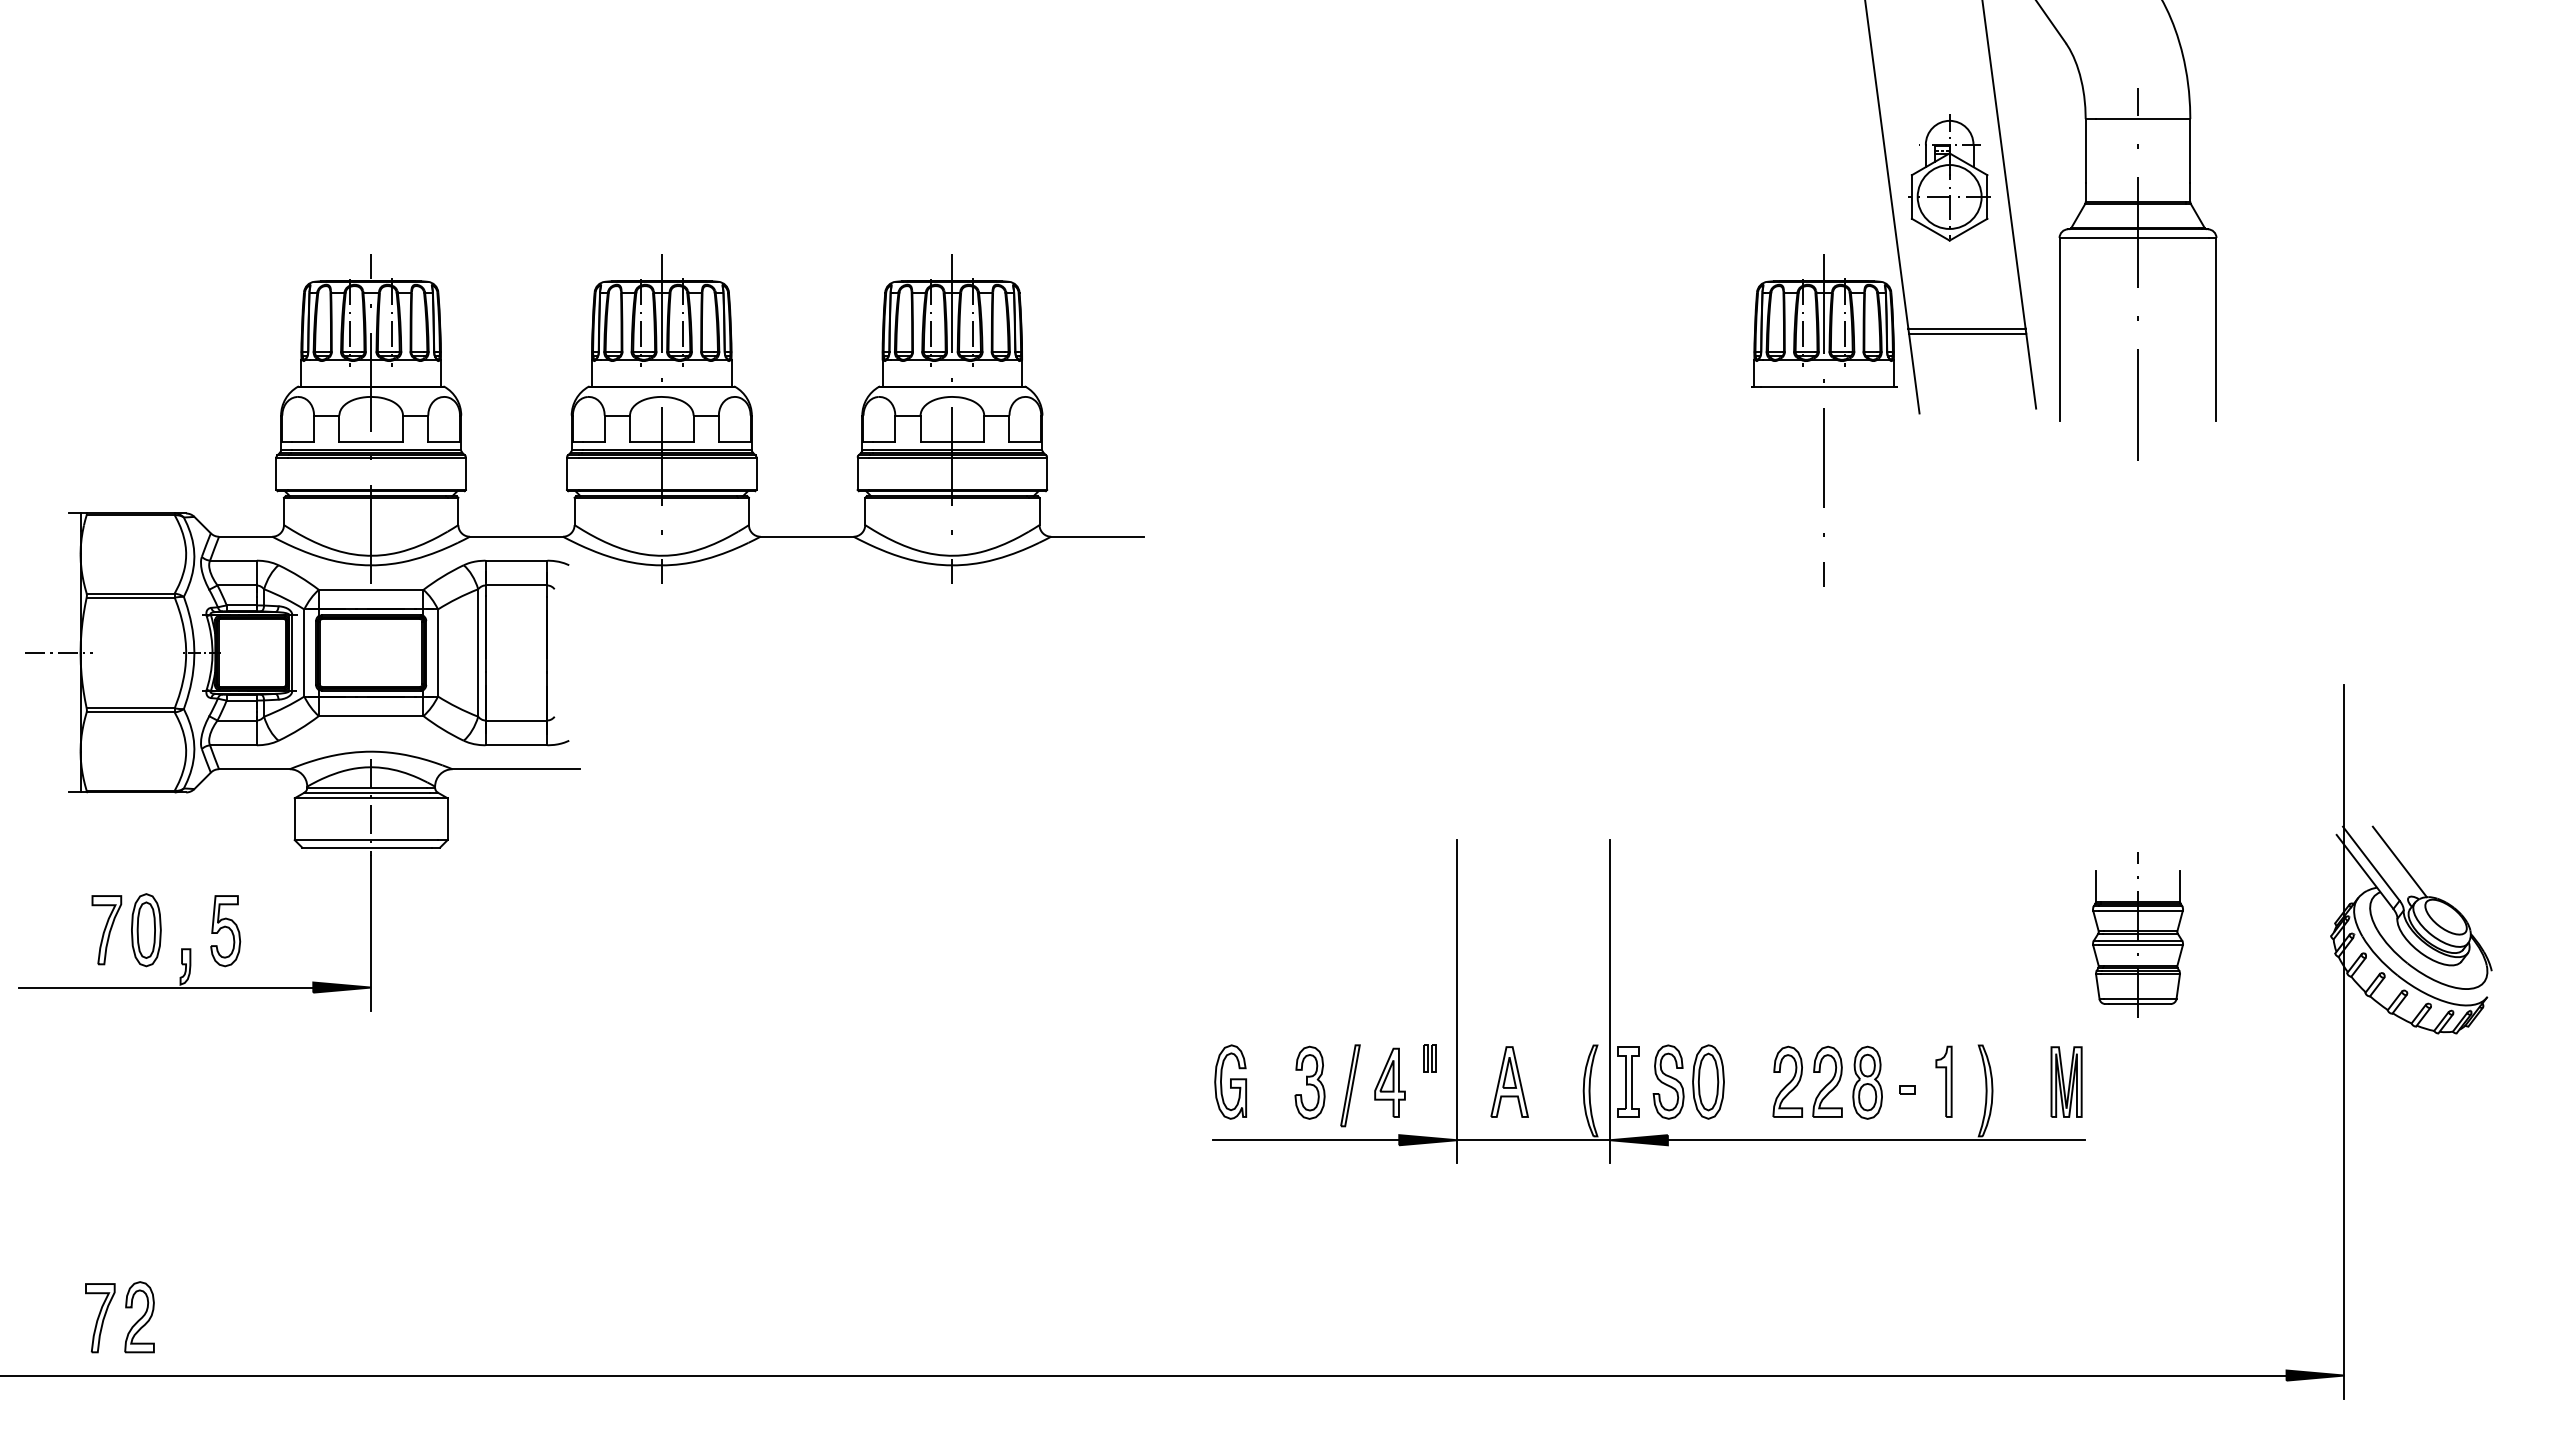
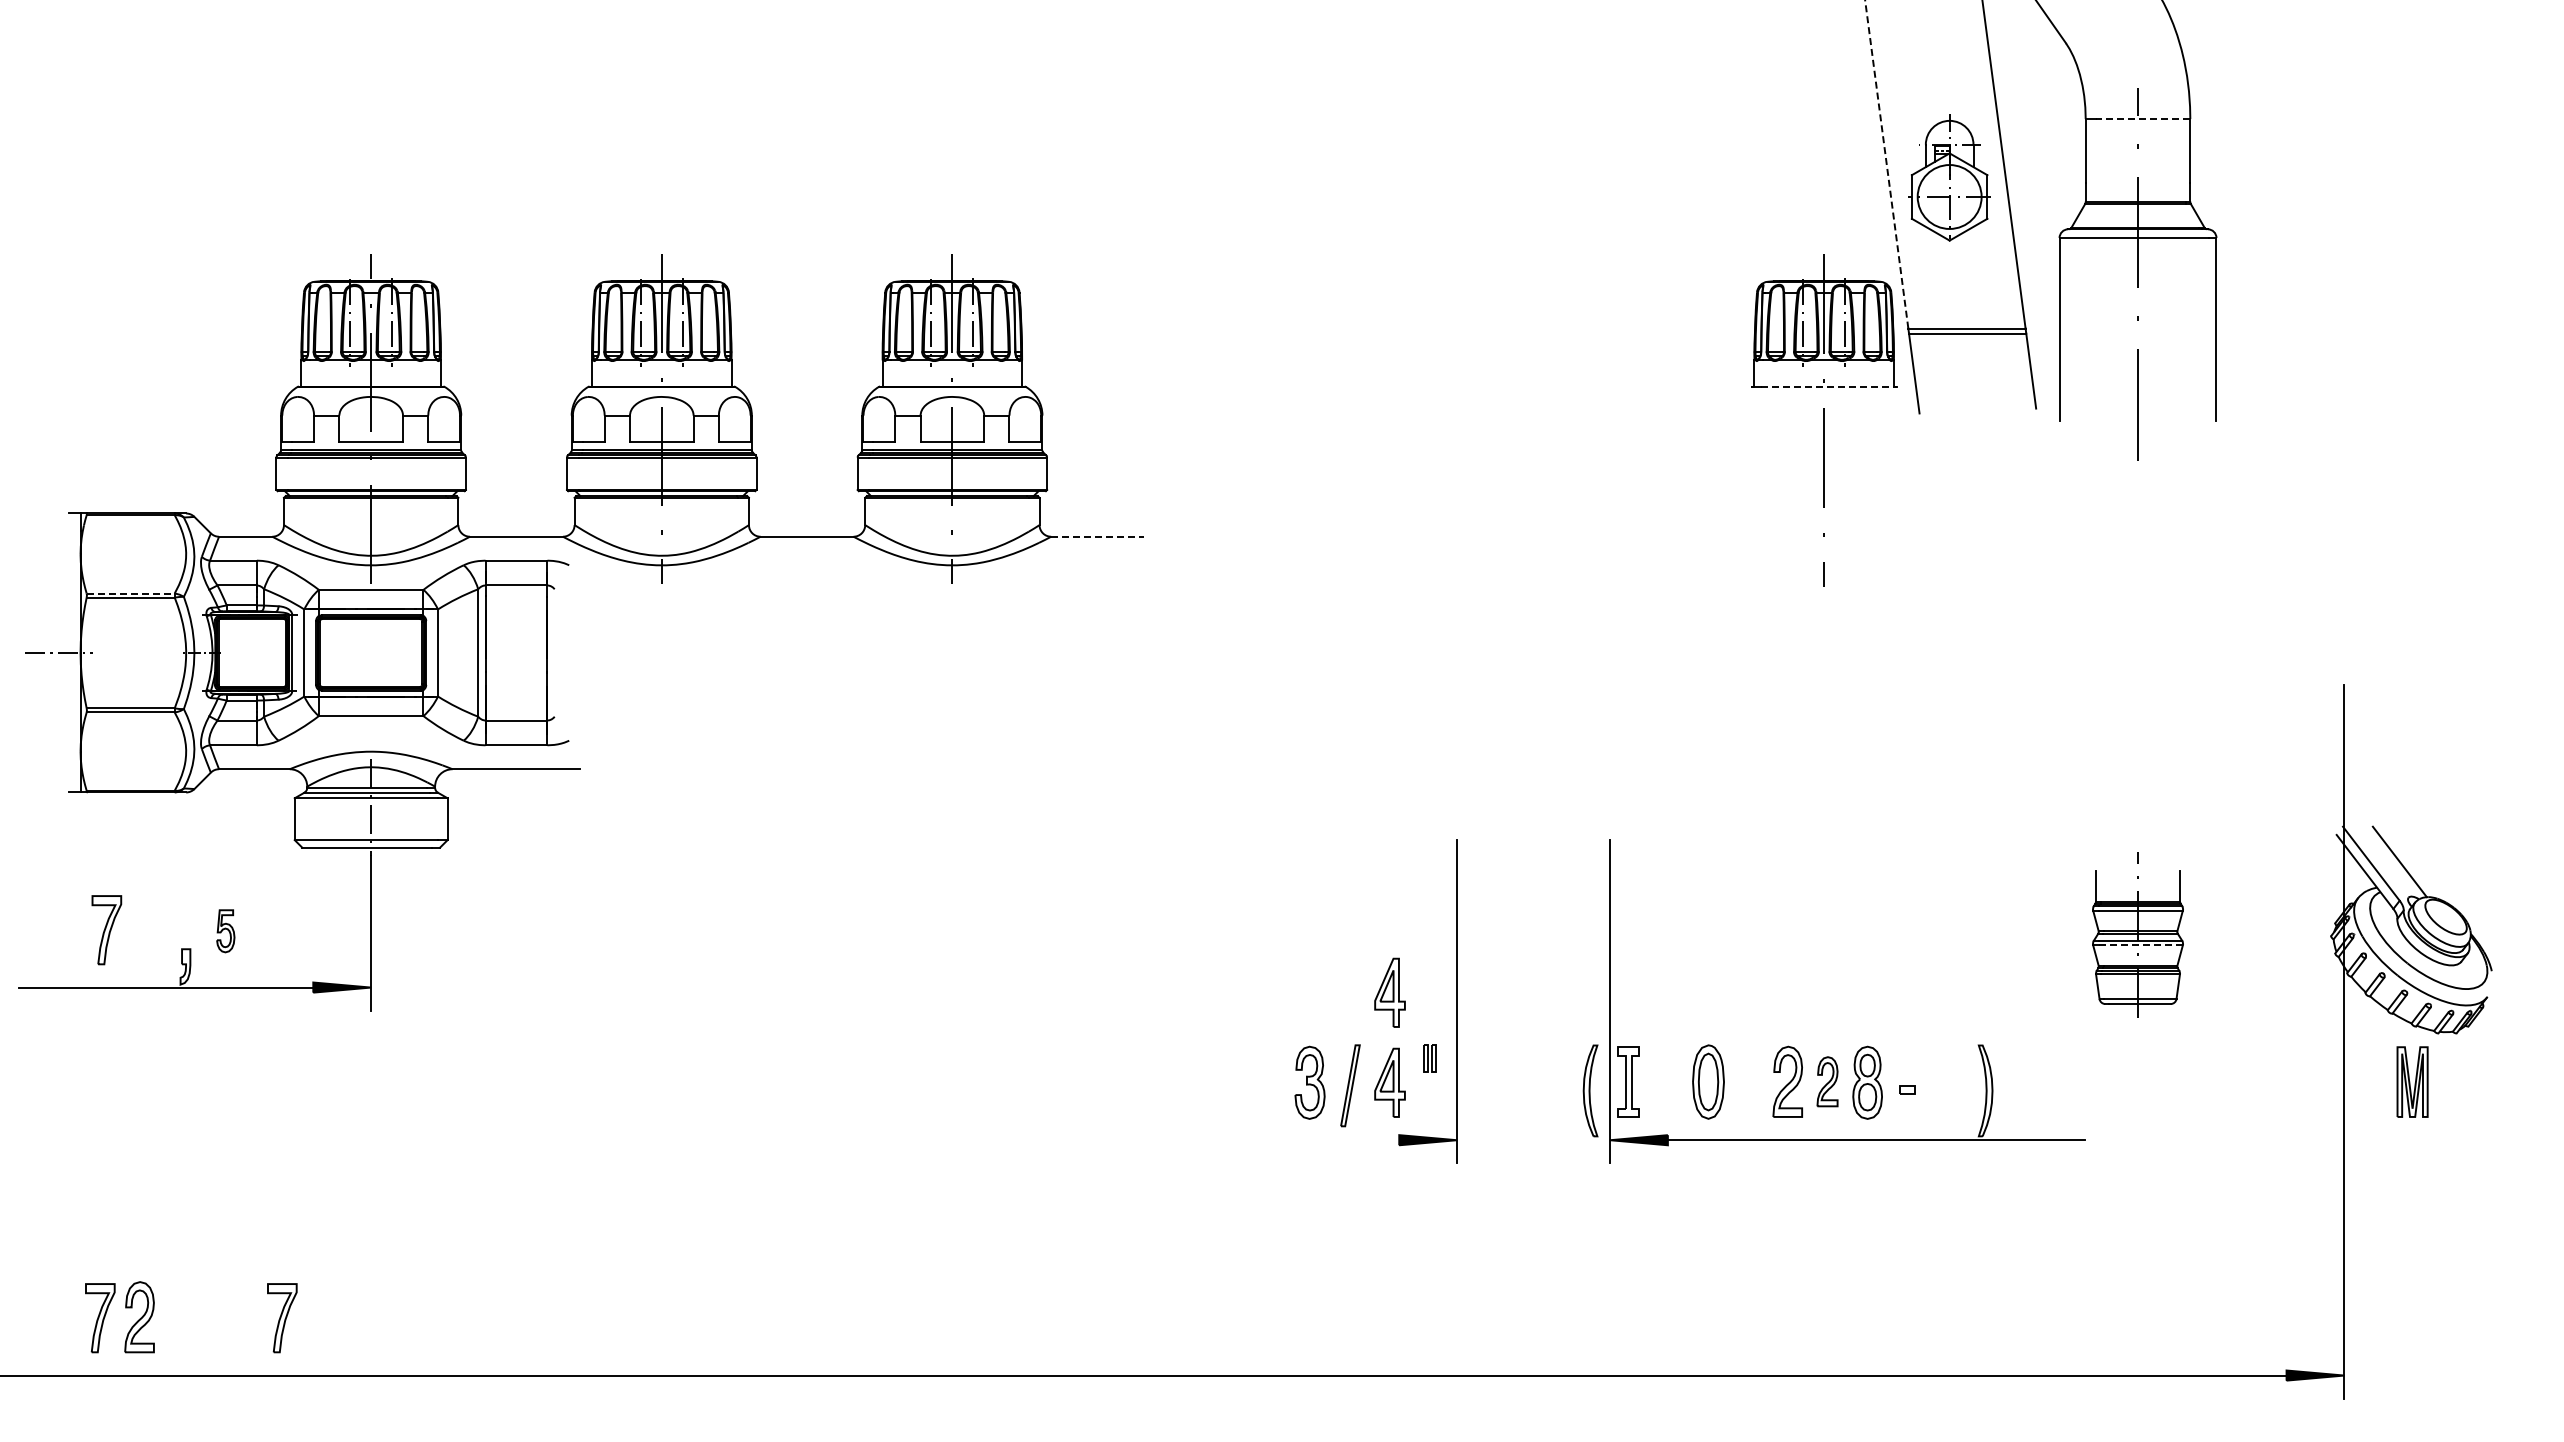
line at (2142, 119): solid -> dashed
line at (1886, 164): solid -> dashed
line at (1828, 386): solid -> dashed
line at (1098, 536): solid -> dashed
line at (131, 593): solid -> dashed
part at (146, 930): present -> none
part at (225, 931) size: 32x73 px -> 20x45 px
line at (2140, 945): solid -> dashed
part at (1389, 992): none -> present
part at (1230, 1081): present -> none
part at (1509, 1081): present -> none
part at (1668, 1081): present -> none
part at (1827, 1081) size: 31x73 px -> 23x52 px
part at (1943, 1081): present -> none
part at (2066, 1081) position: (2066, 1081) -> (2412, 1081)
line at (1305, 1140): present -> none
line at (1533, 1140): present -> none
part at (282, 1318): none -> present
